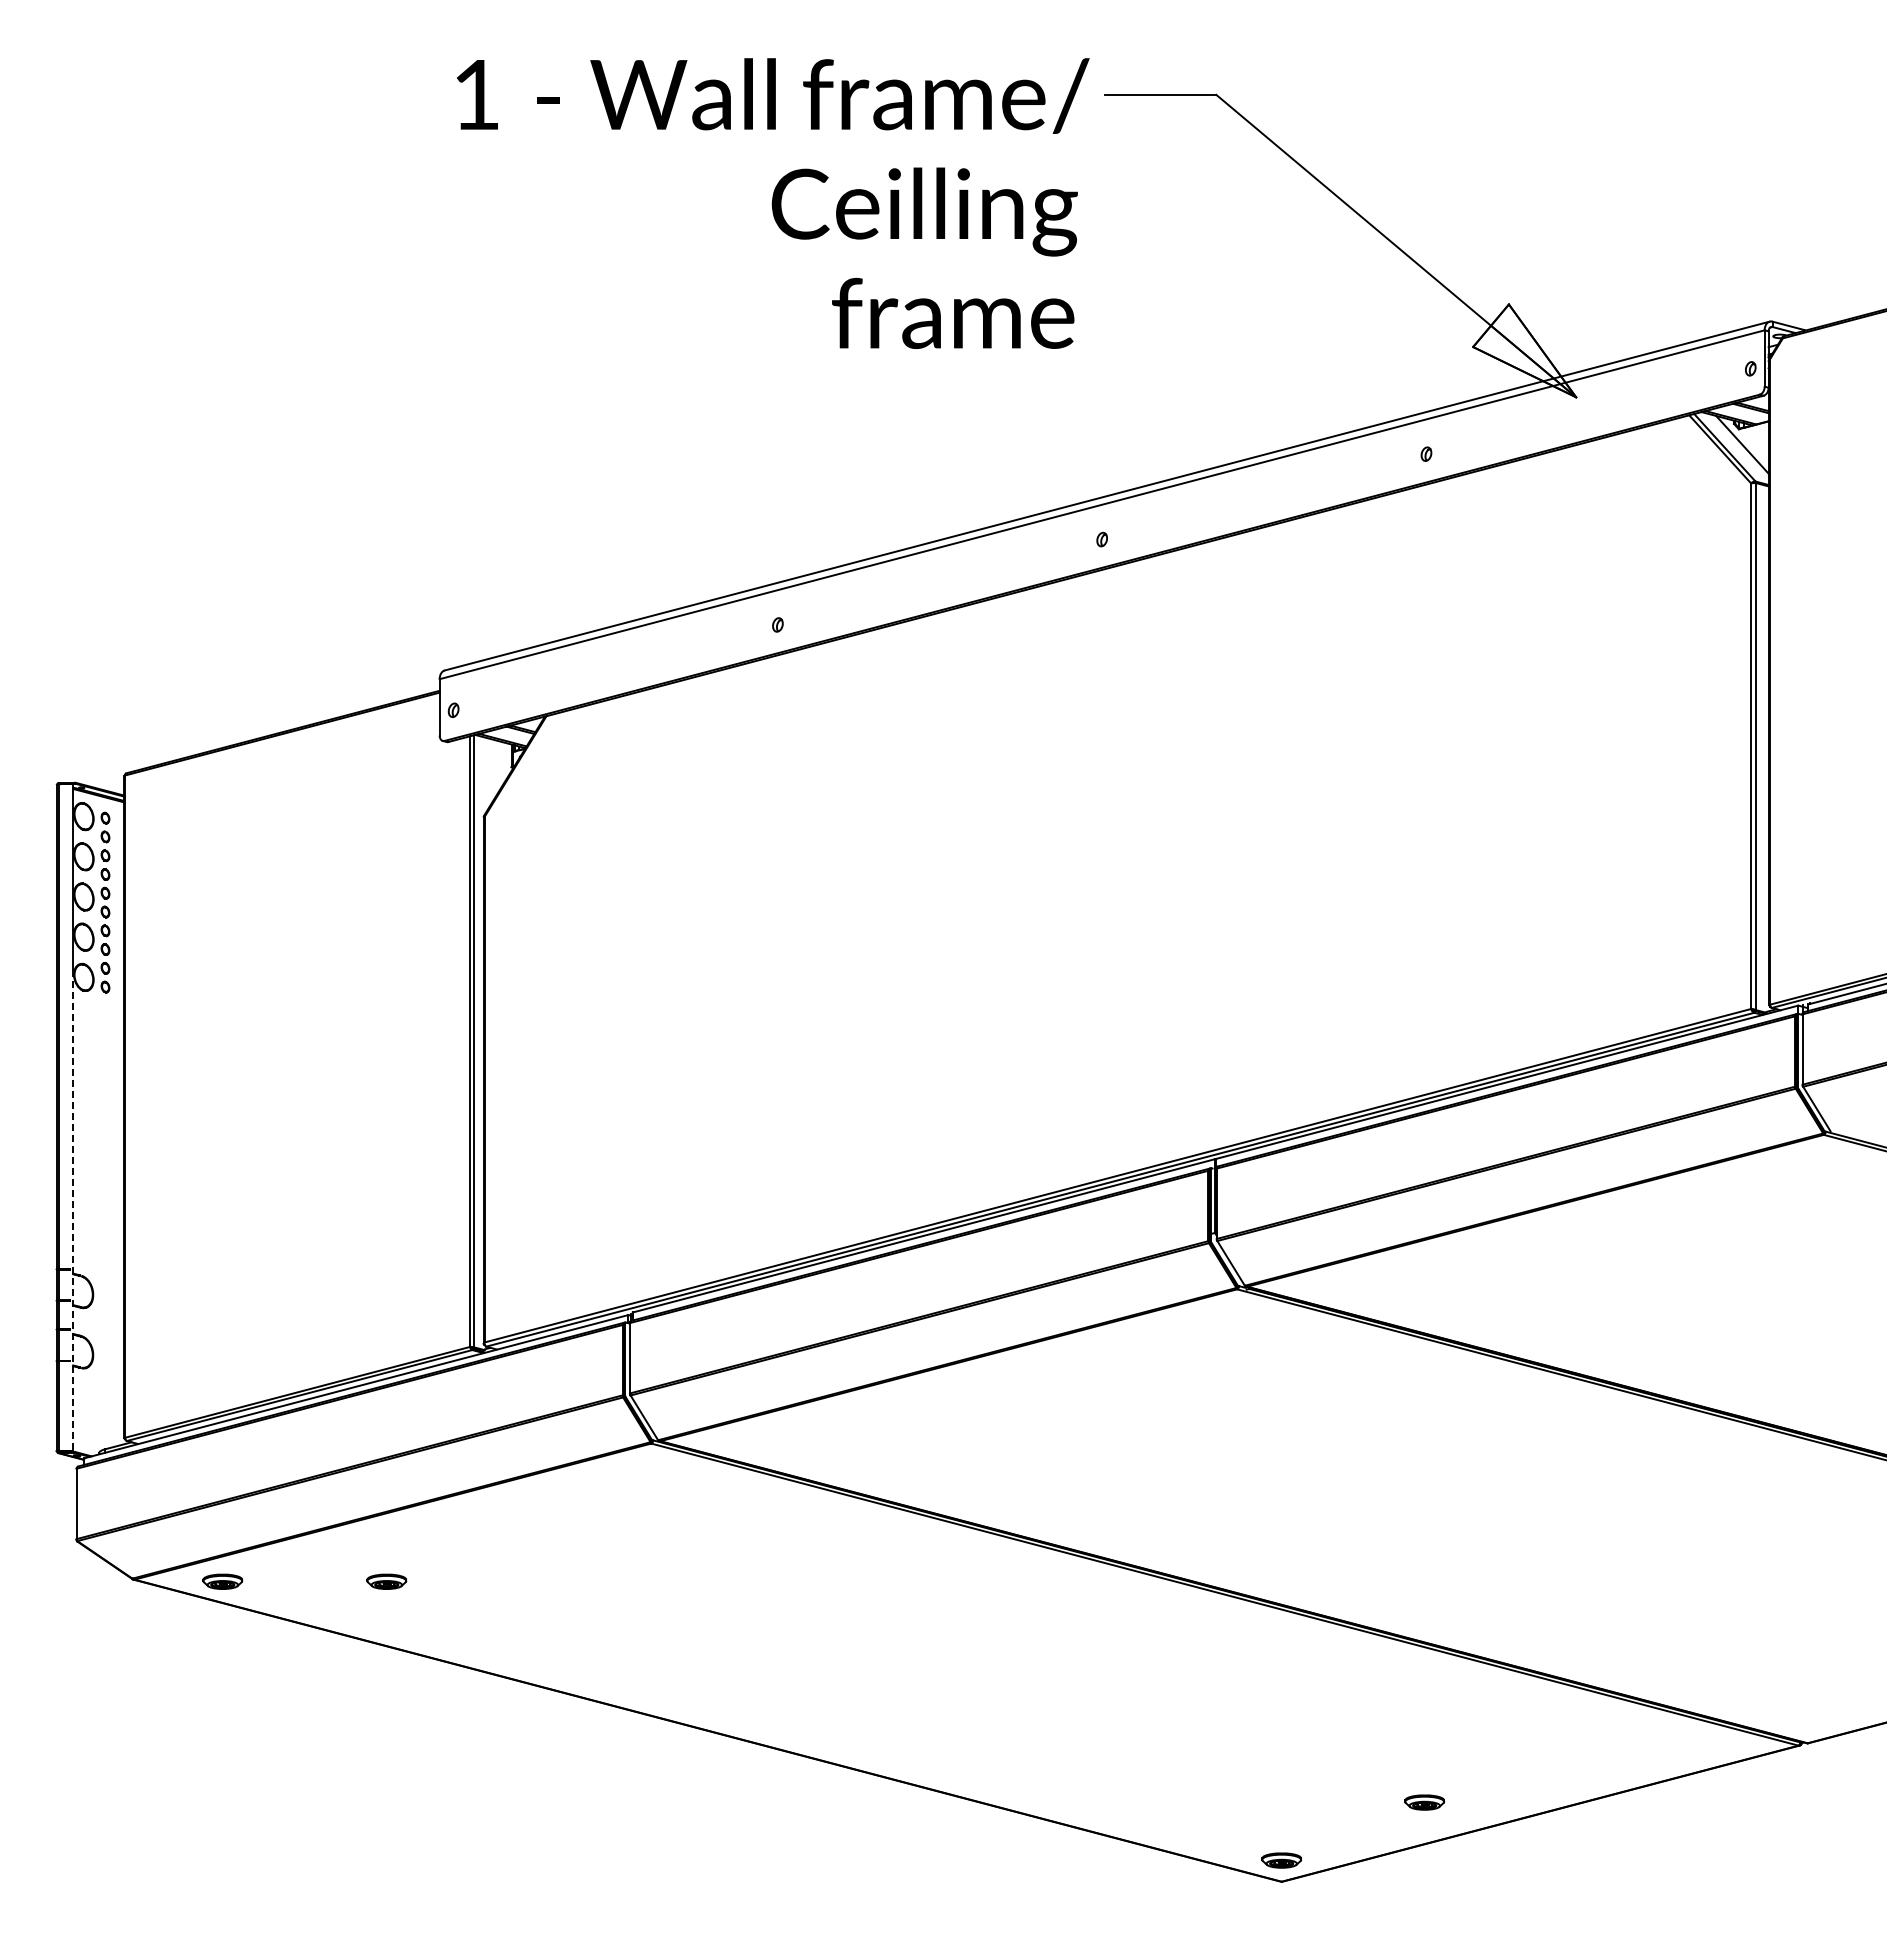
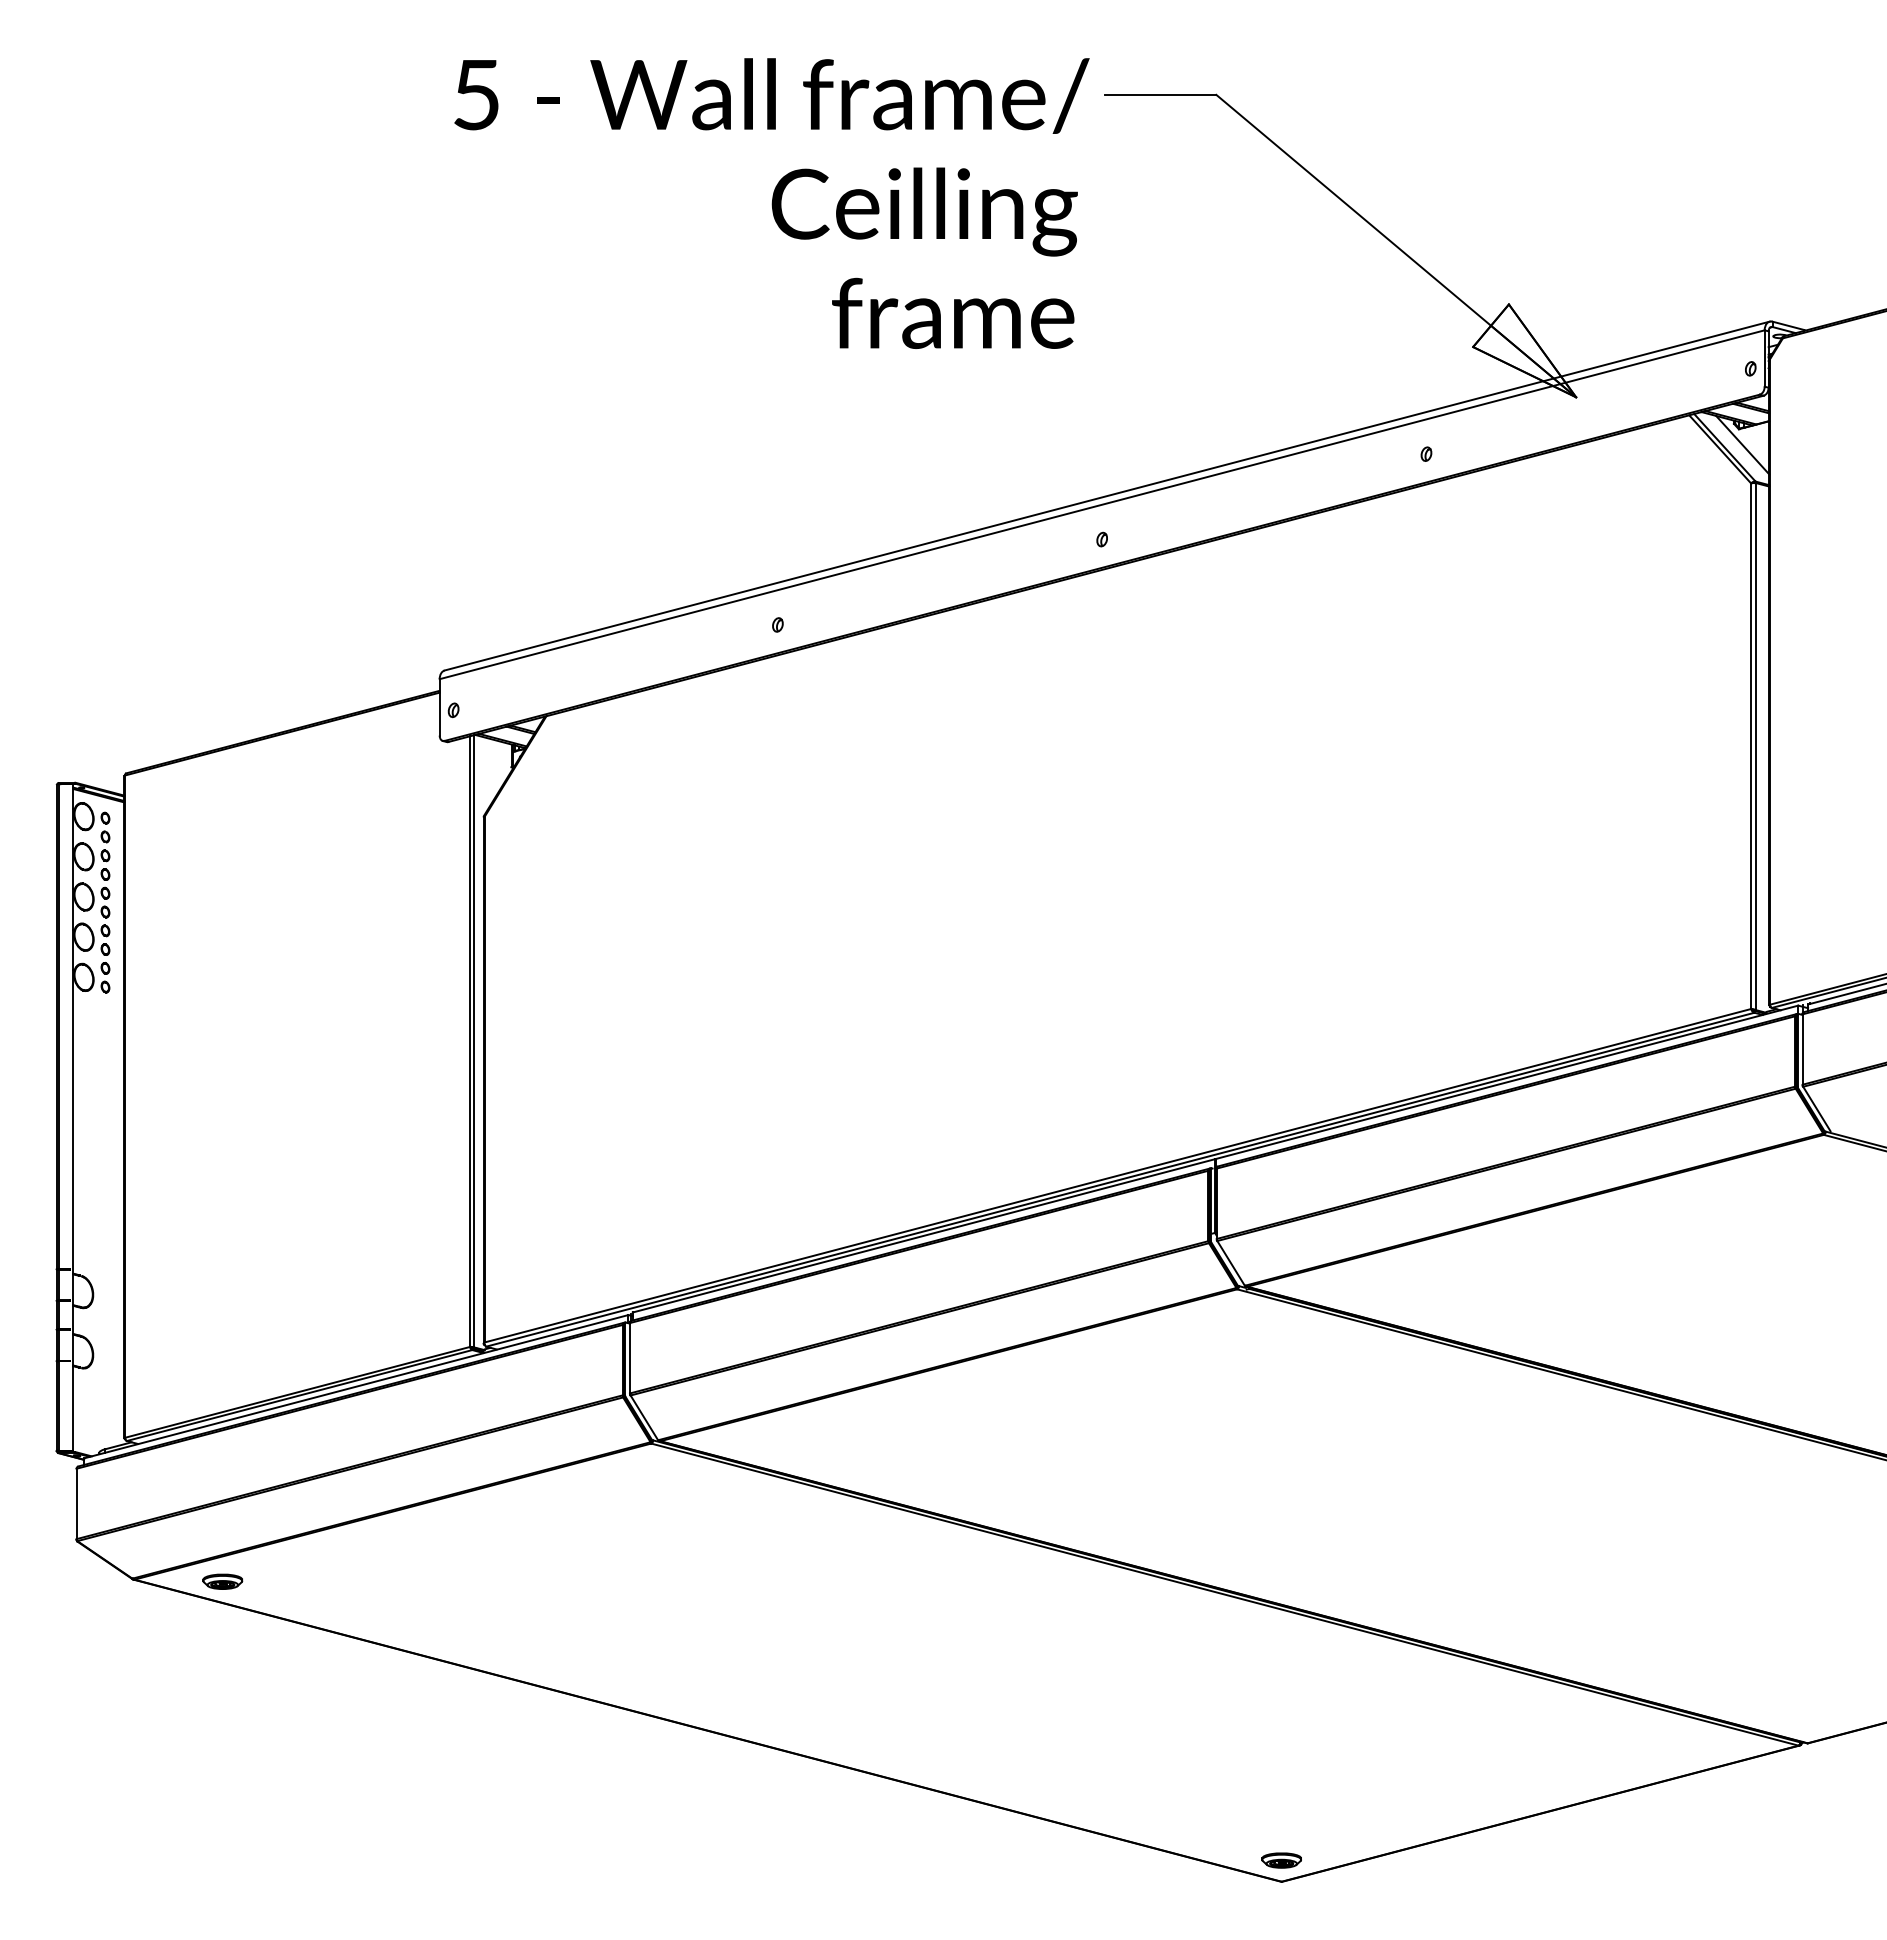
text at (476, 95): 1 -> 5
line at (73, 1210): dashed -> solid
part at (386, 1581): present -> none
part at (1424, 1802): present -> none
